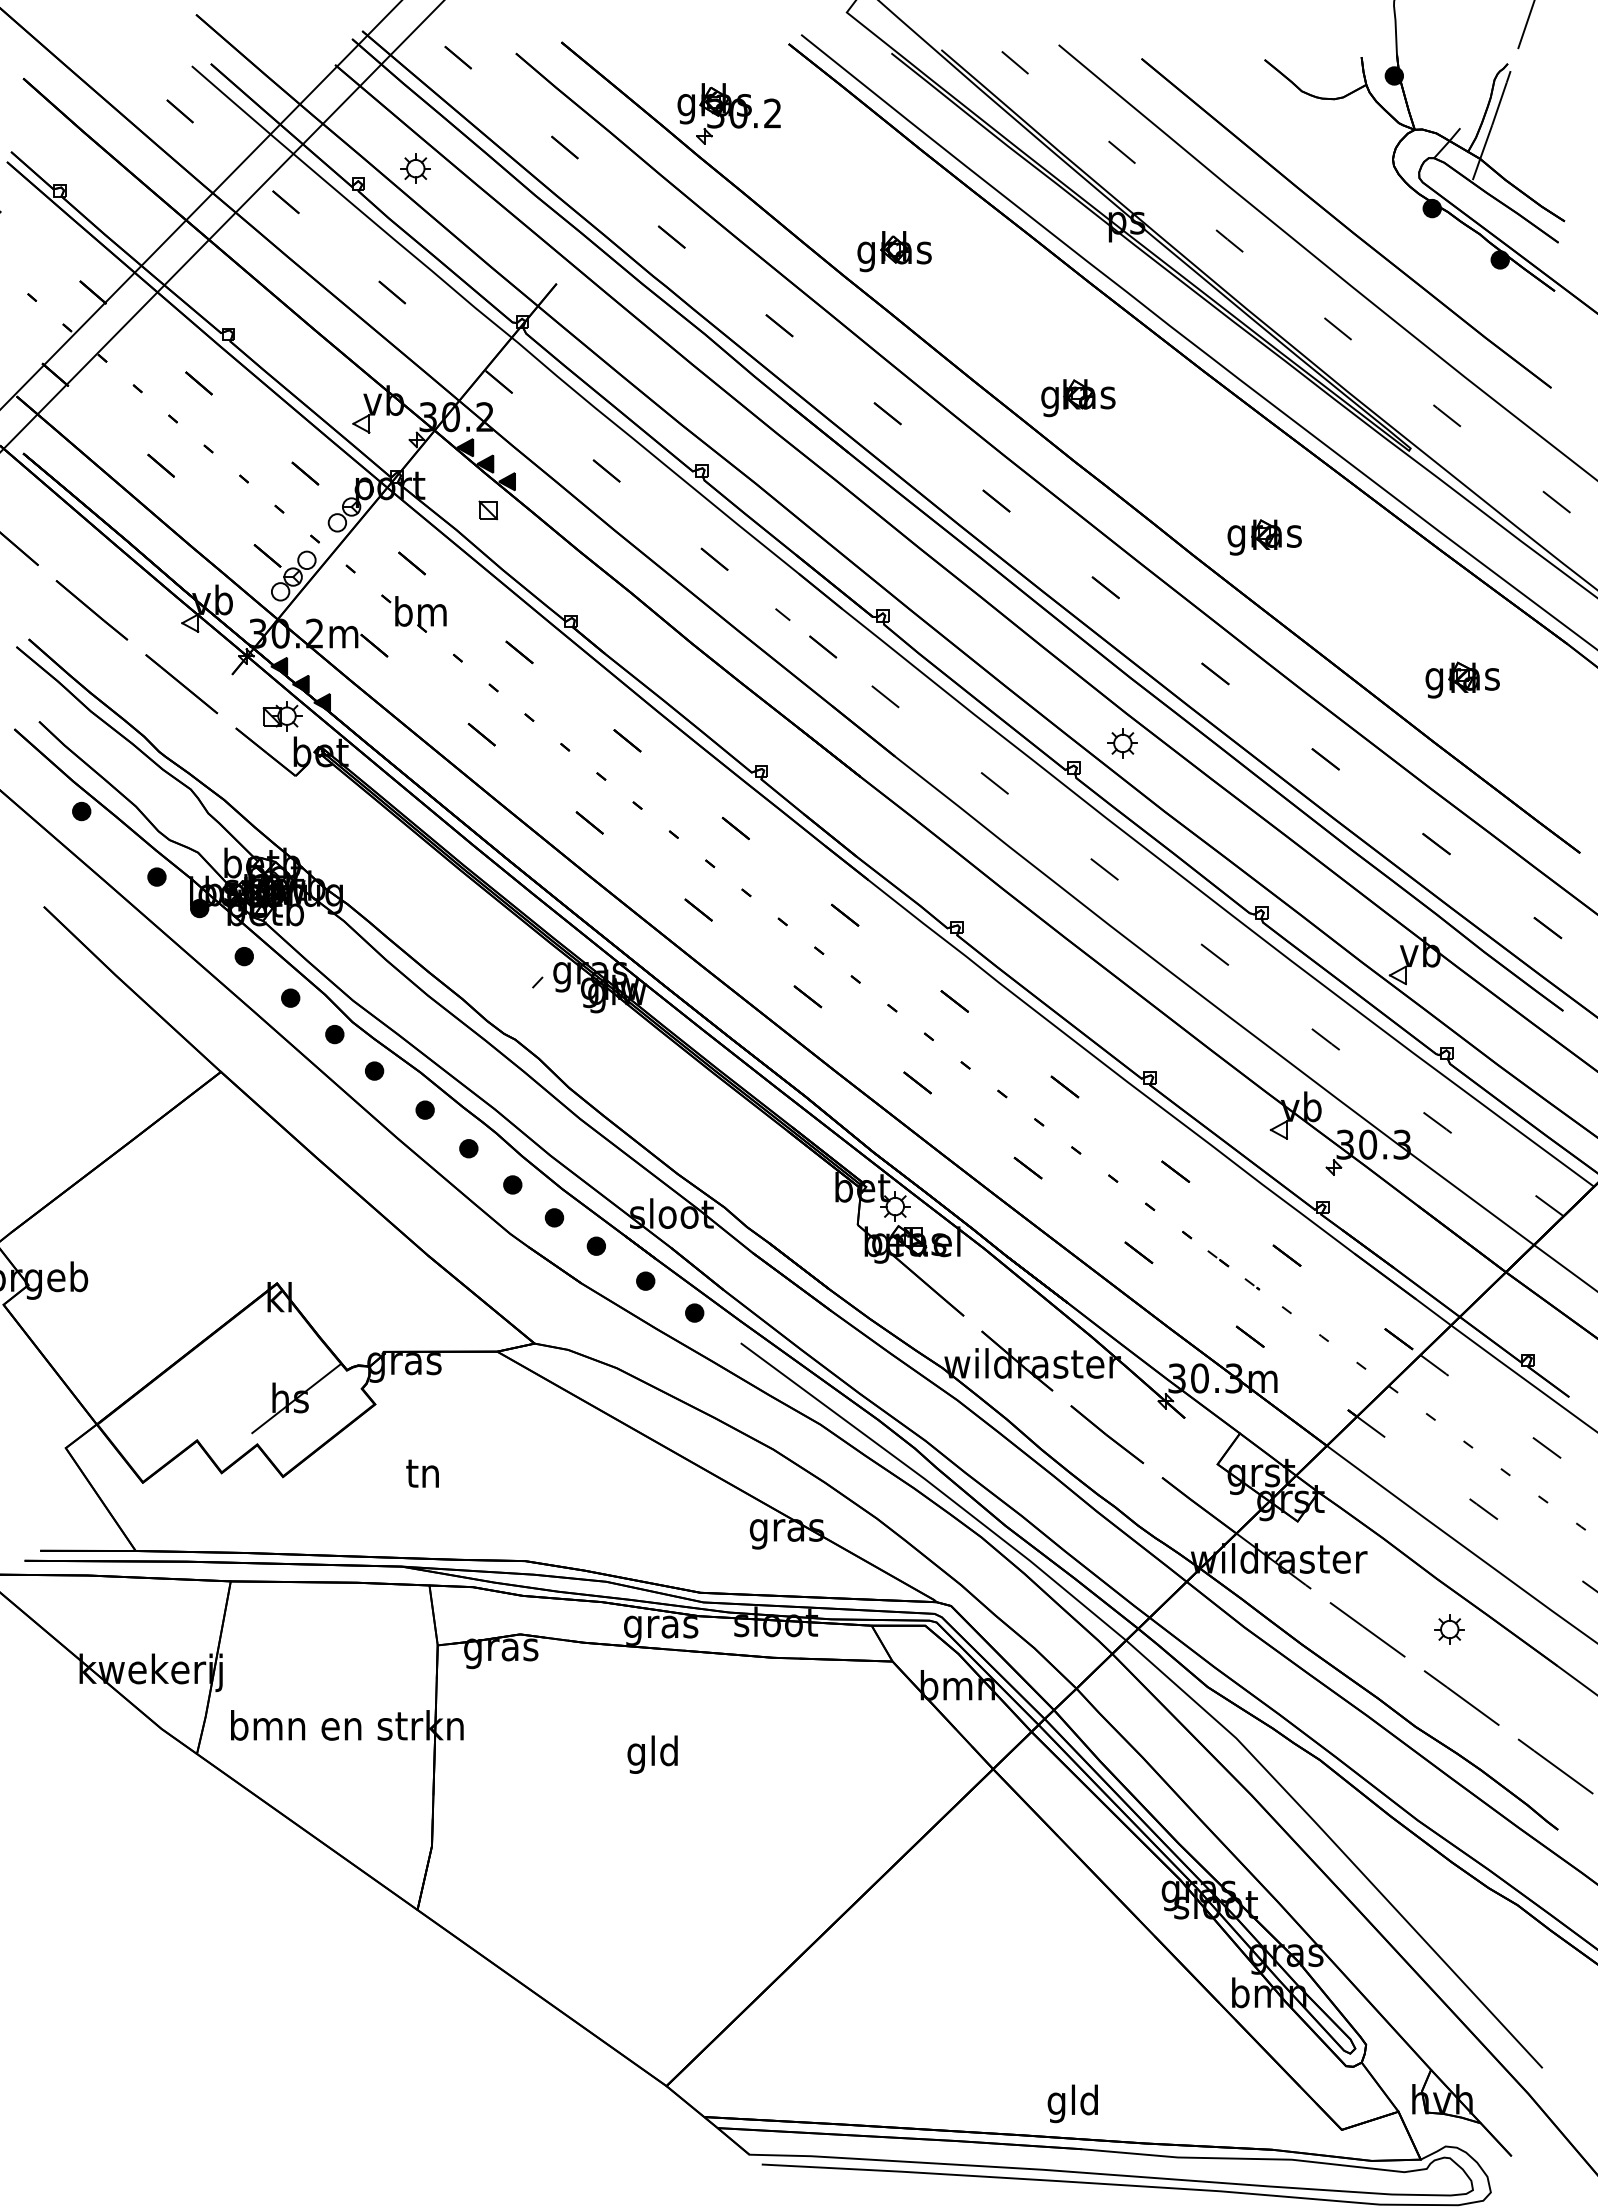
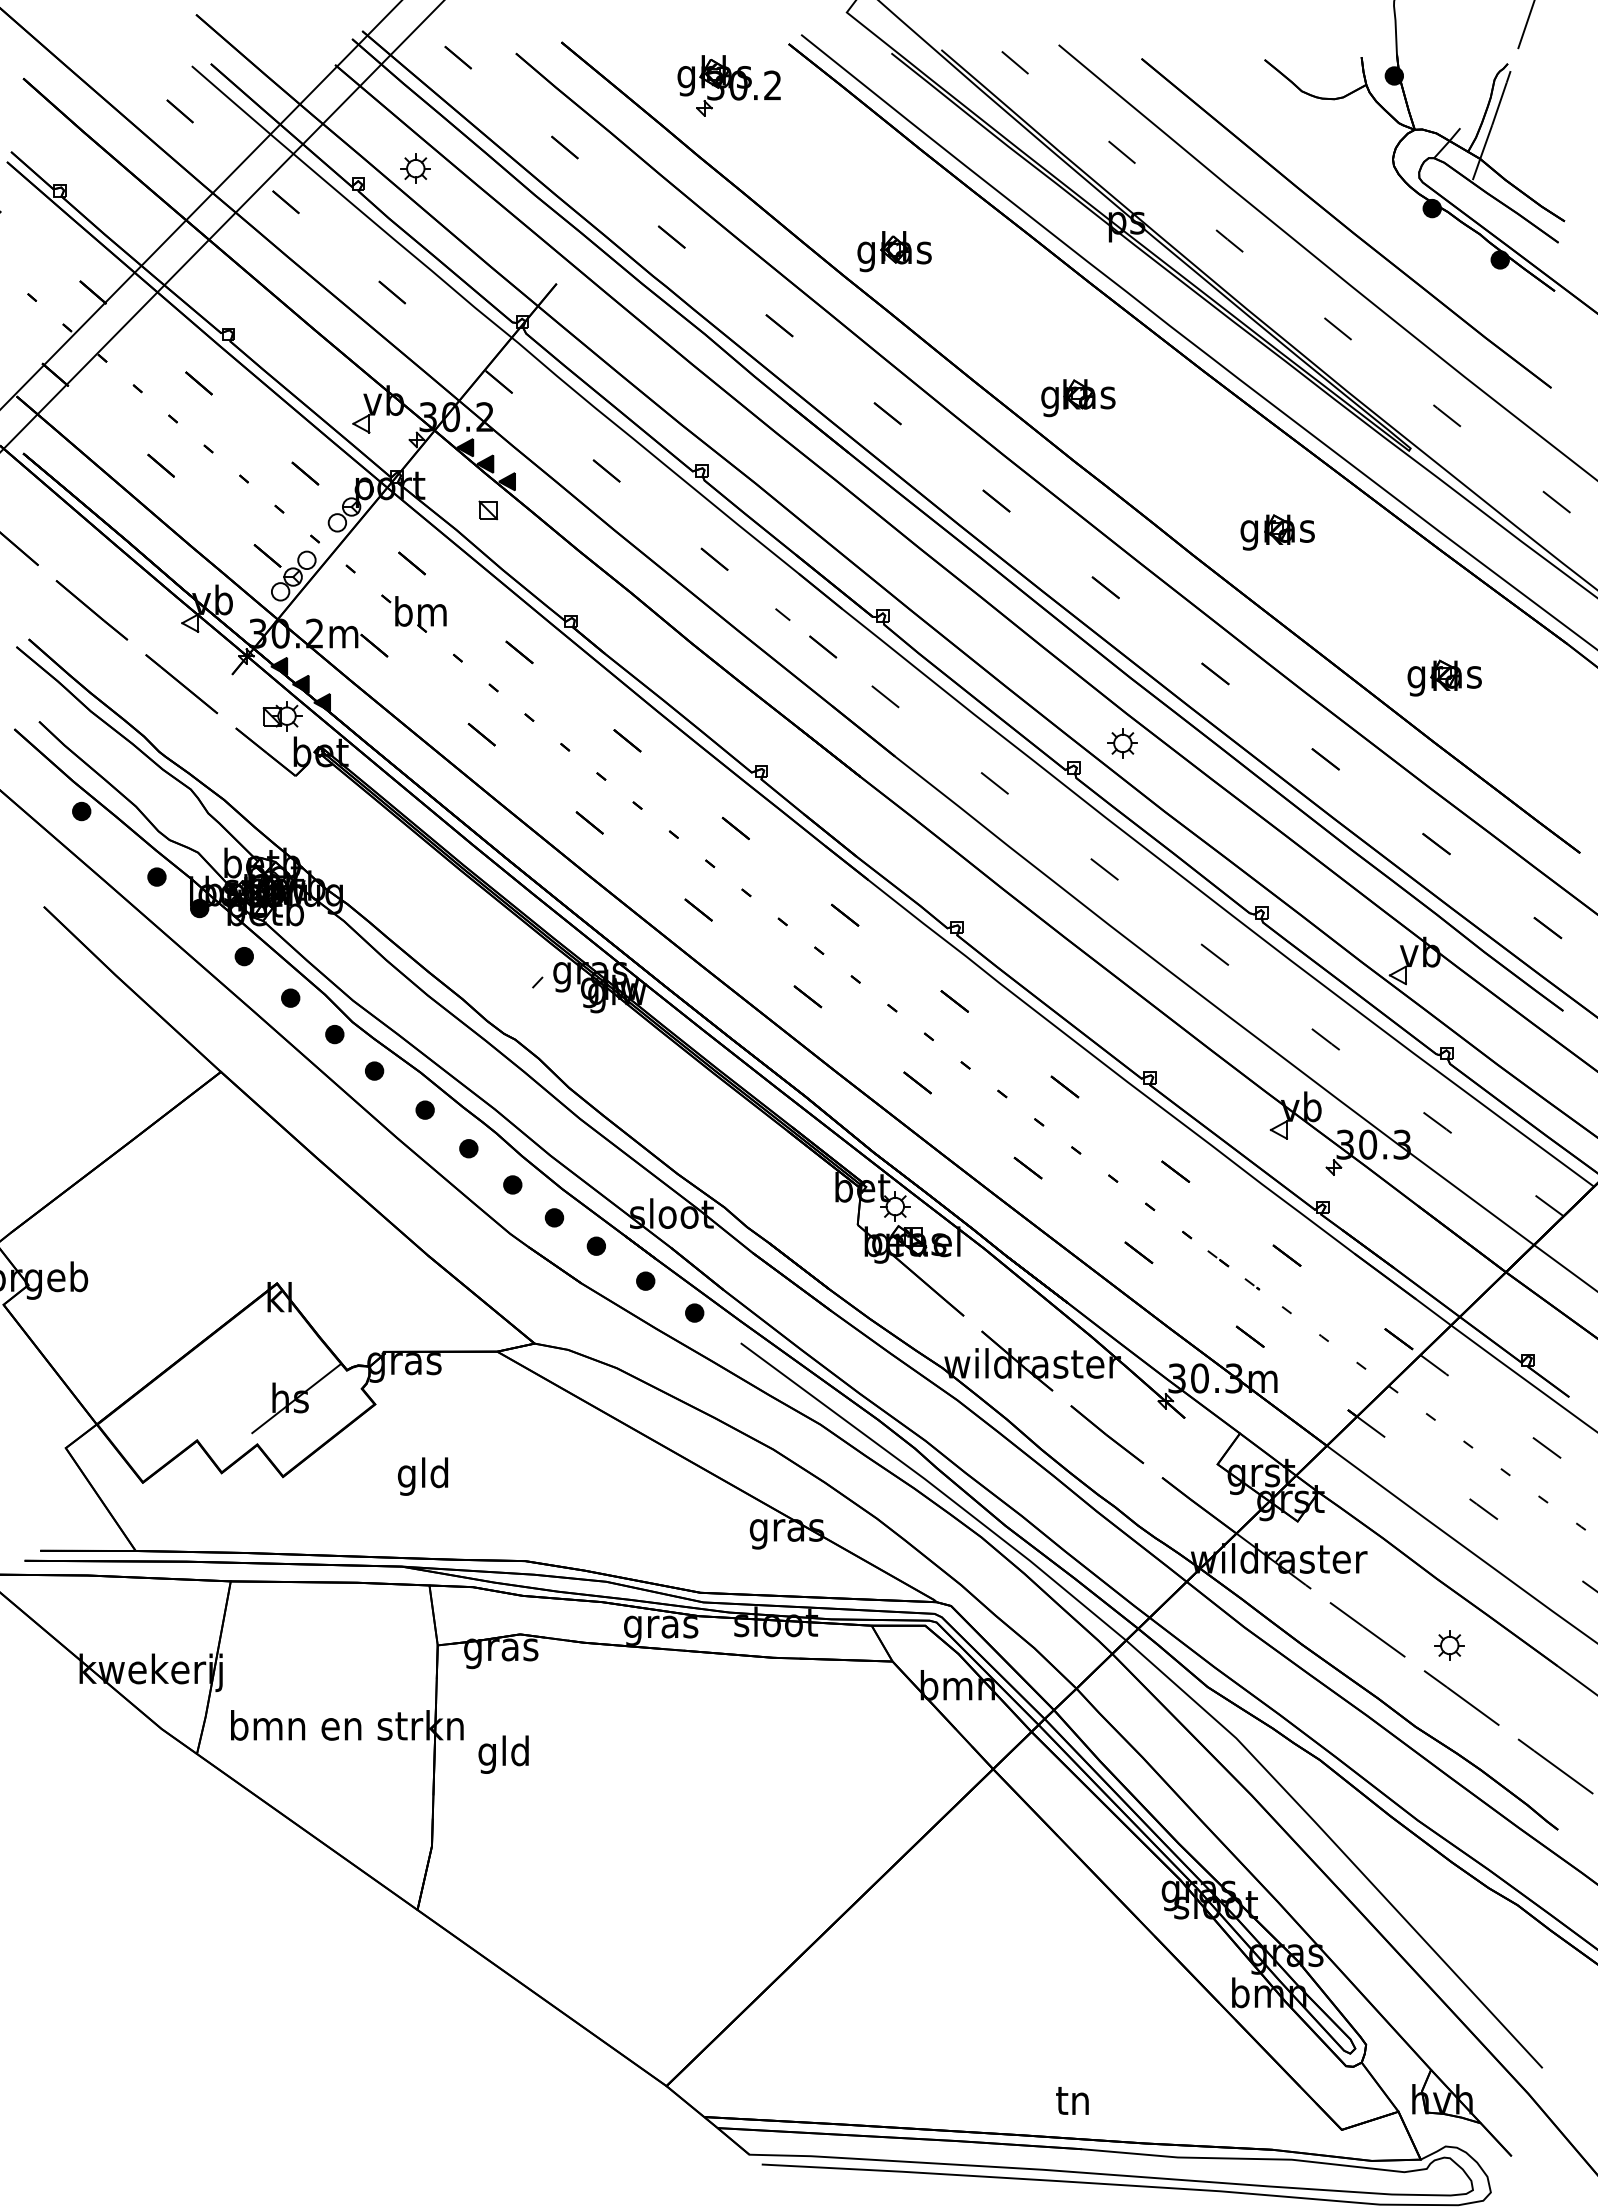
part at (728, 113) position: (728, 113) -> (728, 85)
part at (1264, 537) position: (1264, 537) -> (1277, 532)
part at (1462, 679) position: (1462, 679) -> (1444, 677)
text at (422, 1476): tn -> gld
part at (1449, 1629) position: (1449, 1629) -> (1449, 1645)
text at (652, 1754) position: (652, 1754) -> (503, 1754)
text at (1072, 2103): gld -> tn
